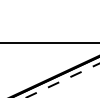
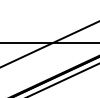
line at (49, 44): none -> present
line at (63, 80): dashed -> solid
